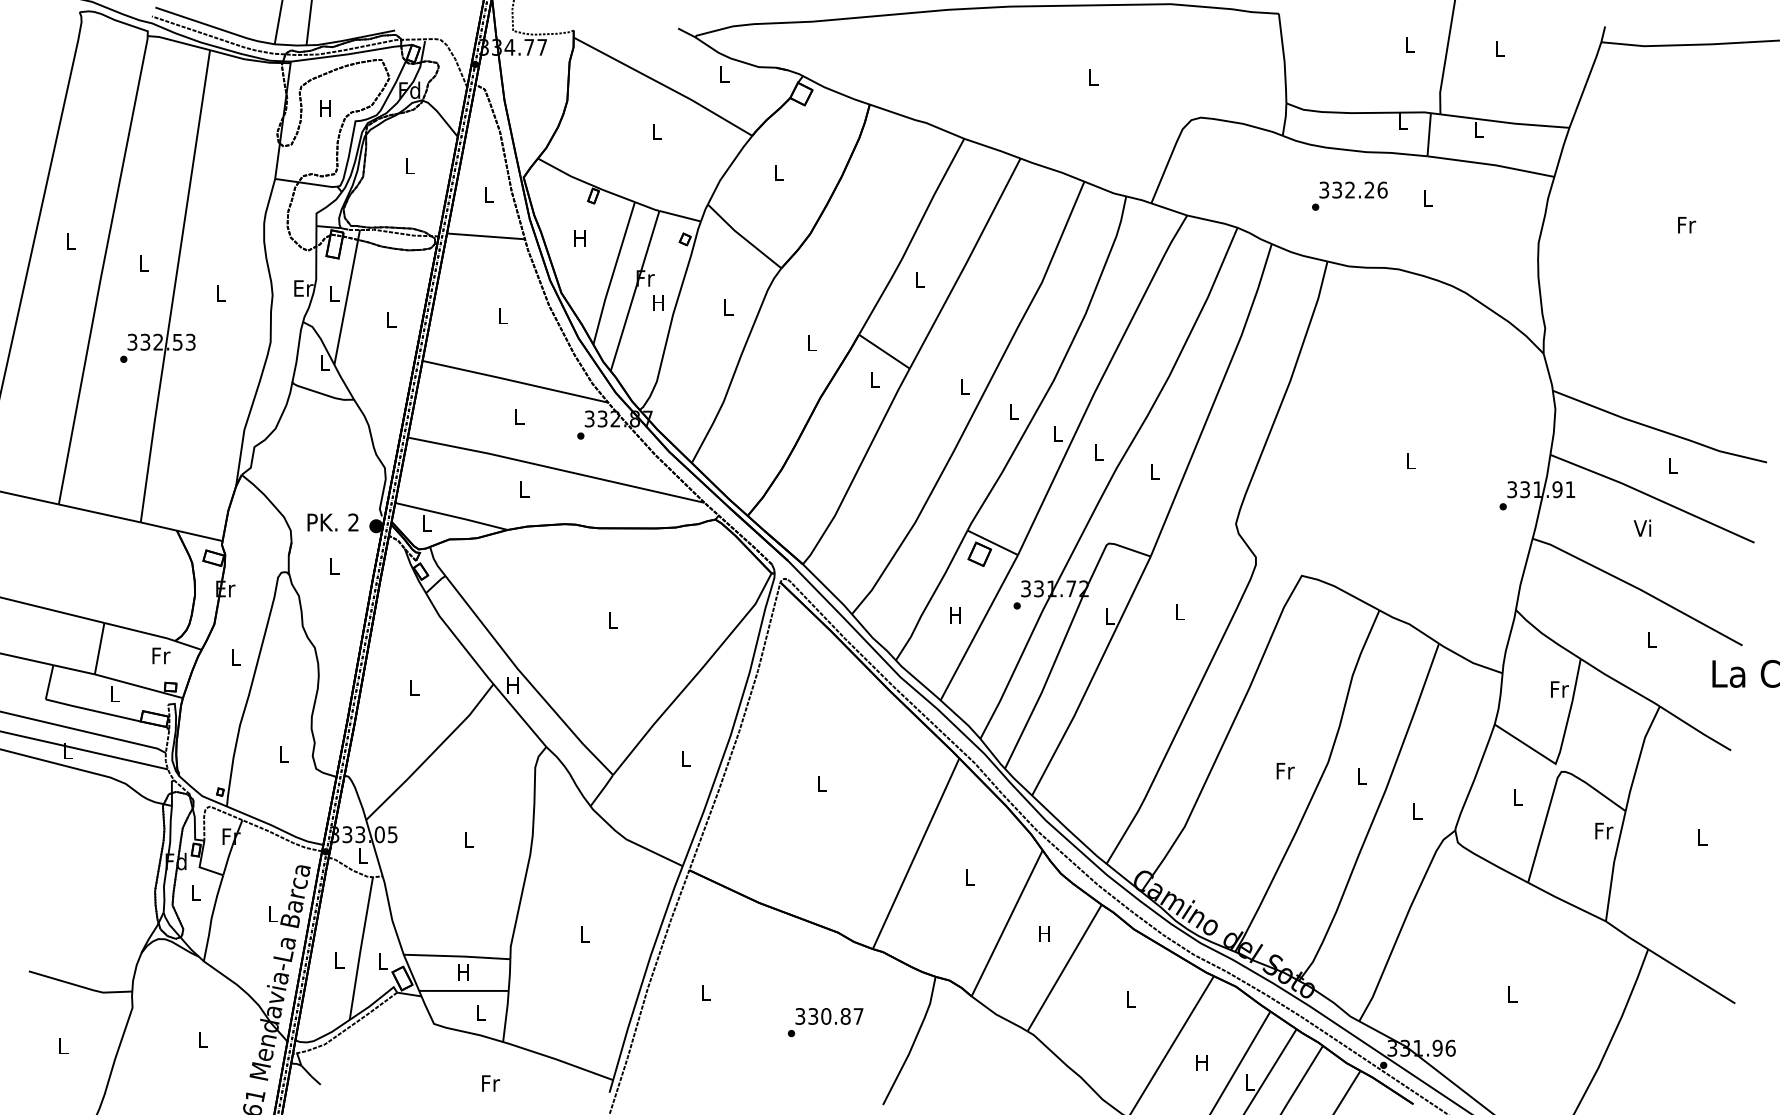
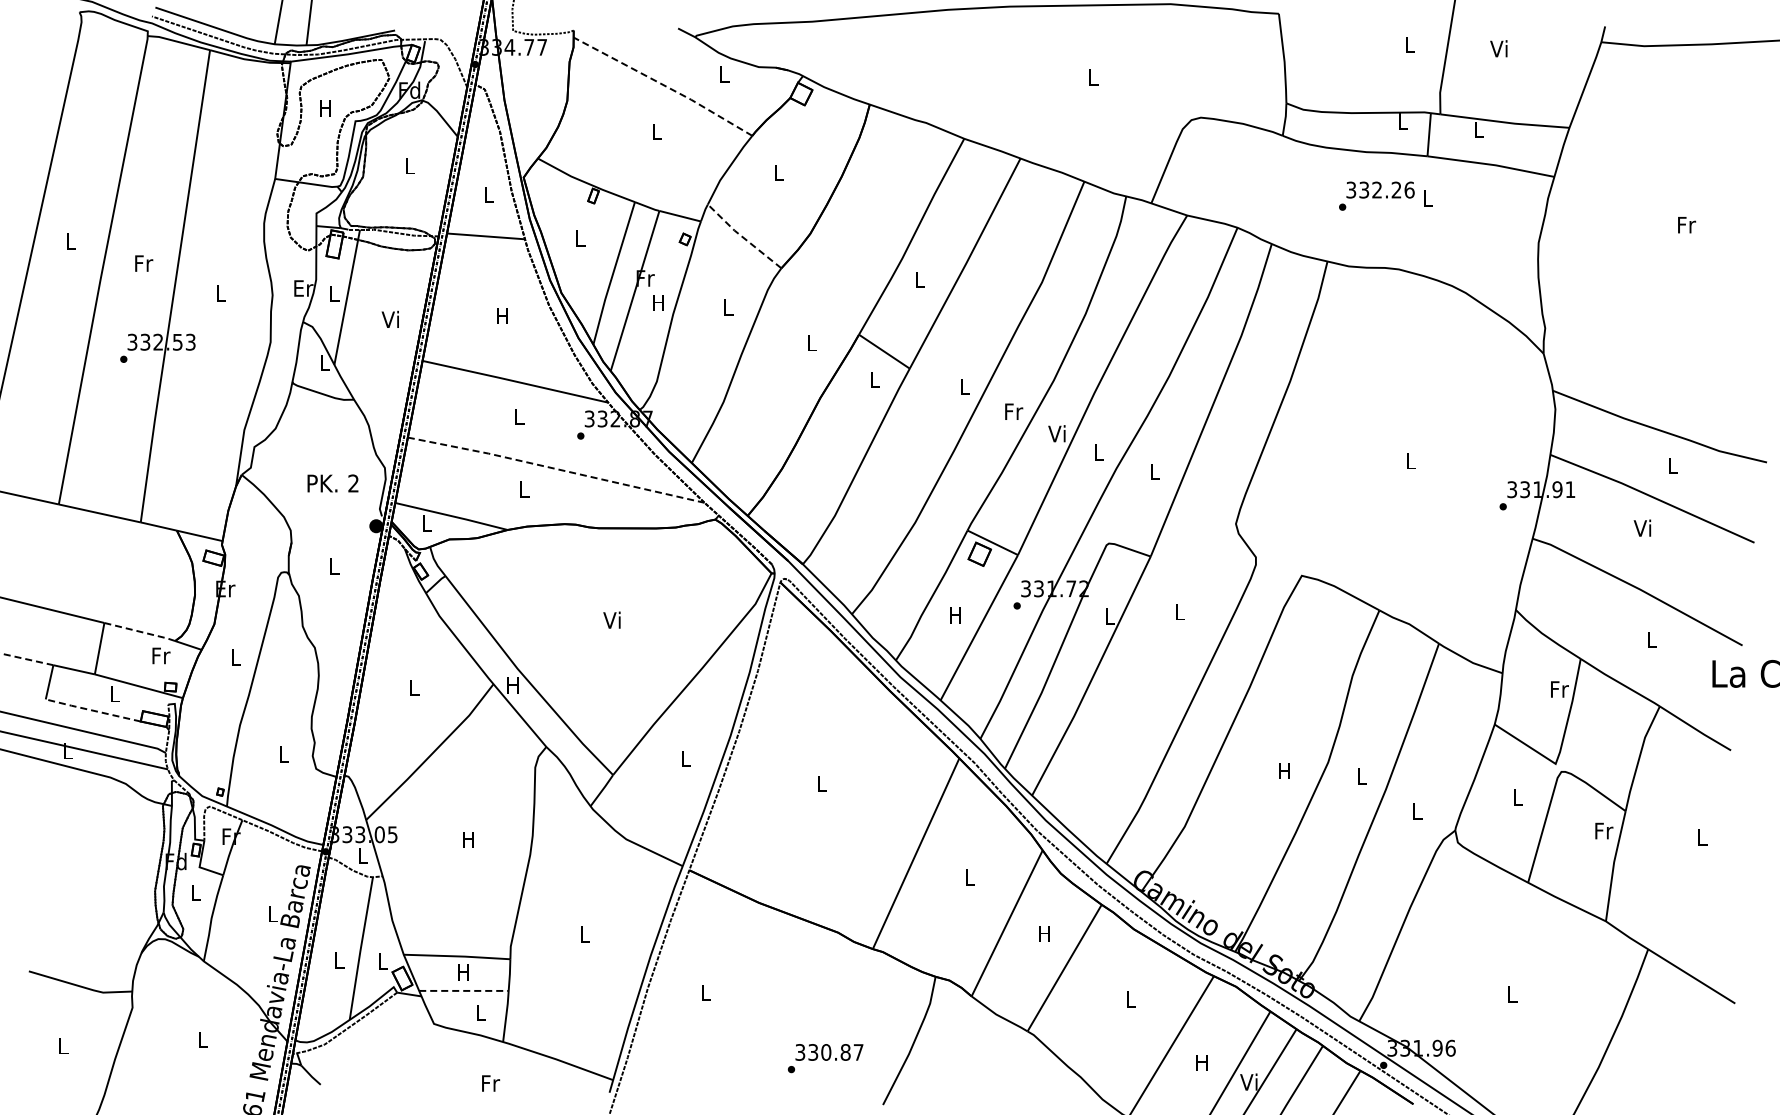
text at (1498, 48): L -> Vi
line at (664, 85): solid -> dashed
text at (1349, 195) position: (1349, 195) -> (1376, 195)
line at (743, 237): solid -> dashed
text at (579, 238): H -> L
text at (144, 263): L -> Fr
text at (502, 315): L -> H
text at (389, 318): L -> Vi
text at (1014, 411): L -> Fr
text at (1056, 433): L -> Vi
line at (555, 468): solid -> dashed
text at (332, 522) position: (332, 522) -> (332, 483)
text at (611, 619): L -> Vi
line at (141, 631): solid -> dashed
line at (27, 659): solid -> dashed
line at (92, 710): solid -> dashed
text at (1285, 770): Fr -> H
text at (468, 839): L -> H
line at (463, 990): solid -> dashed
text at (825, 1022) position: (825, 1022) -> (825, 1058)
text at (1248, 1081): L -> Vi
